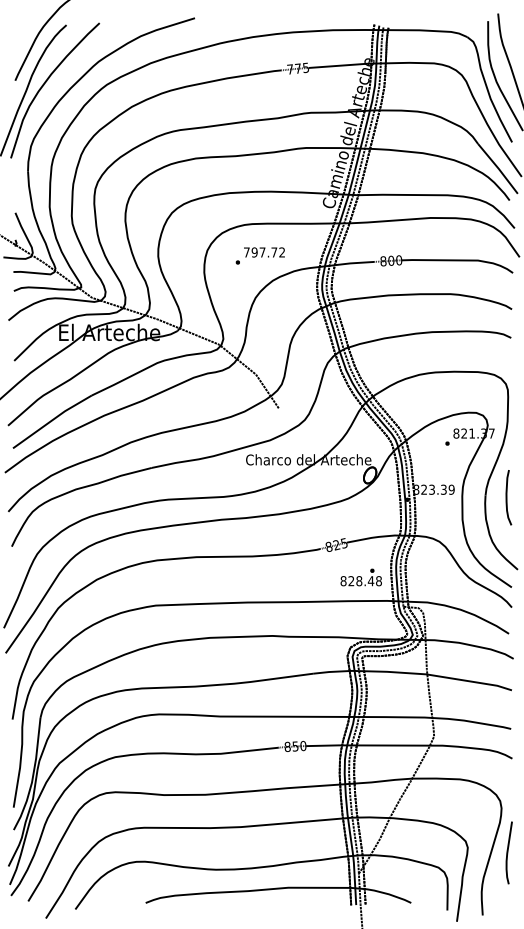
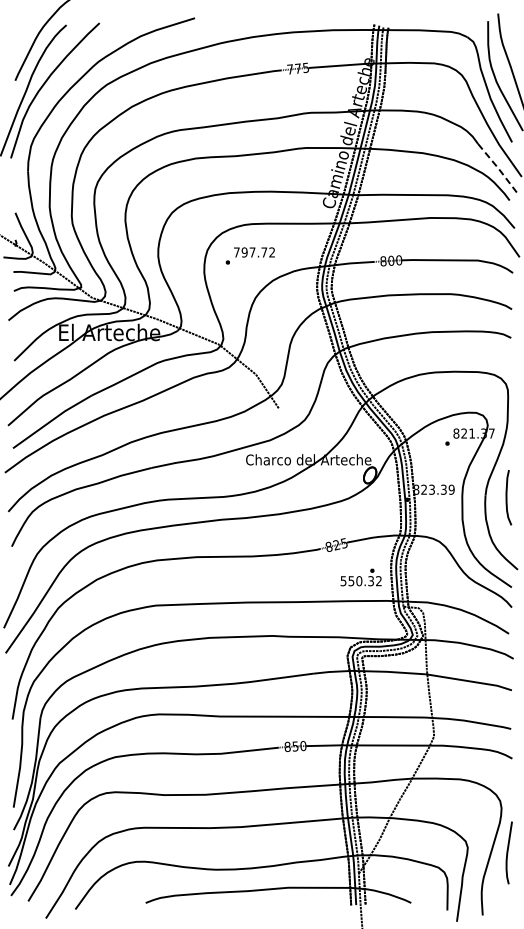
line at (498, 168): solid -> dashed
text at (259, 255) position: (259, 255) -> (249, 255)
text at (360, 581): 828.48 -> 550.32
